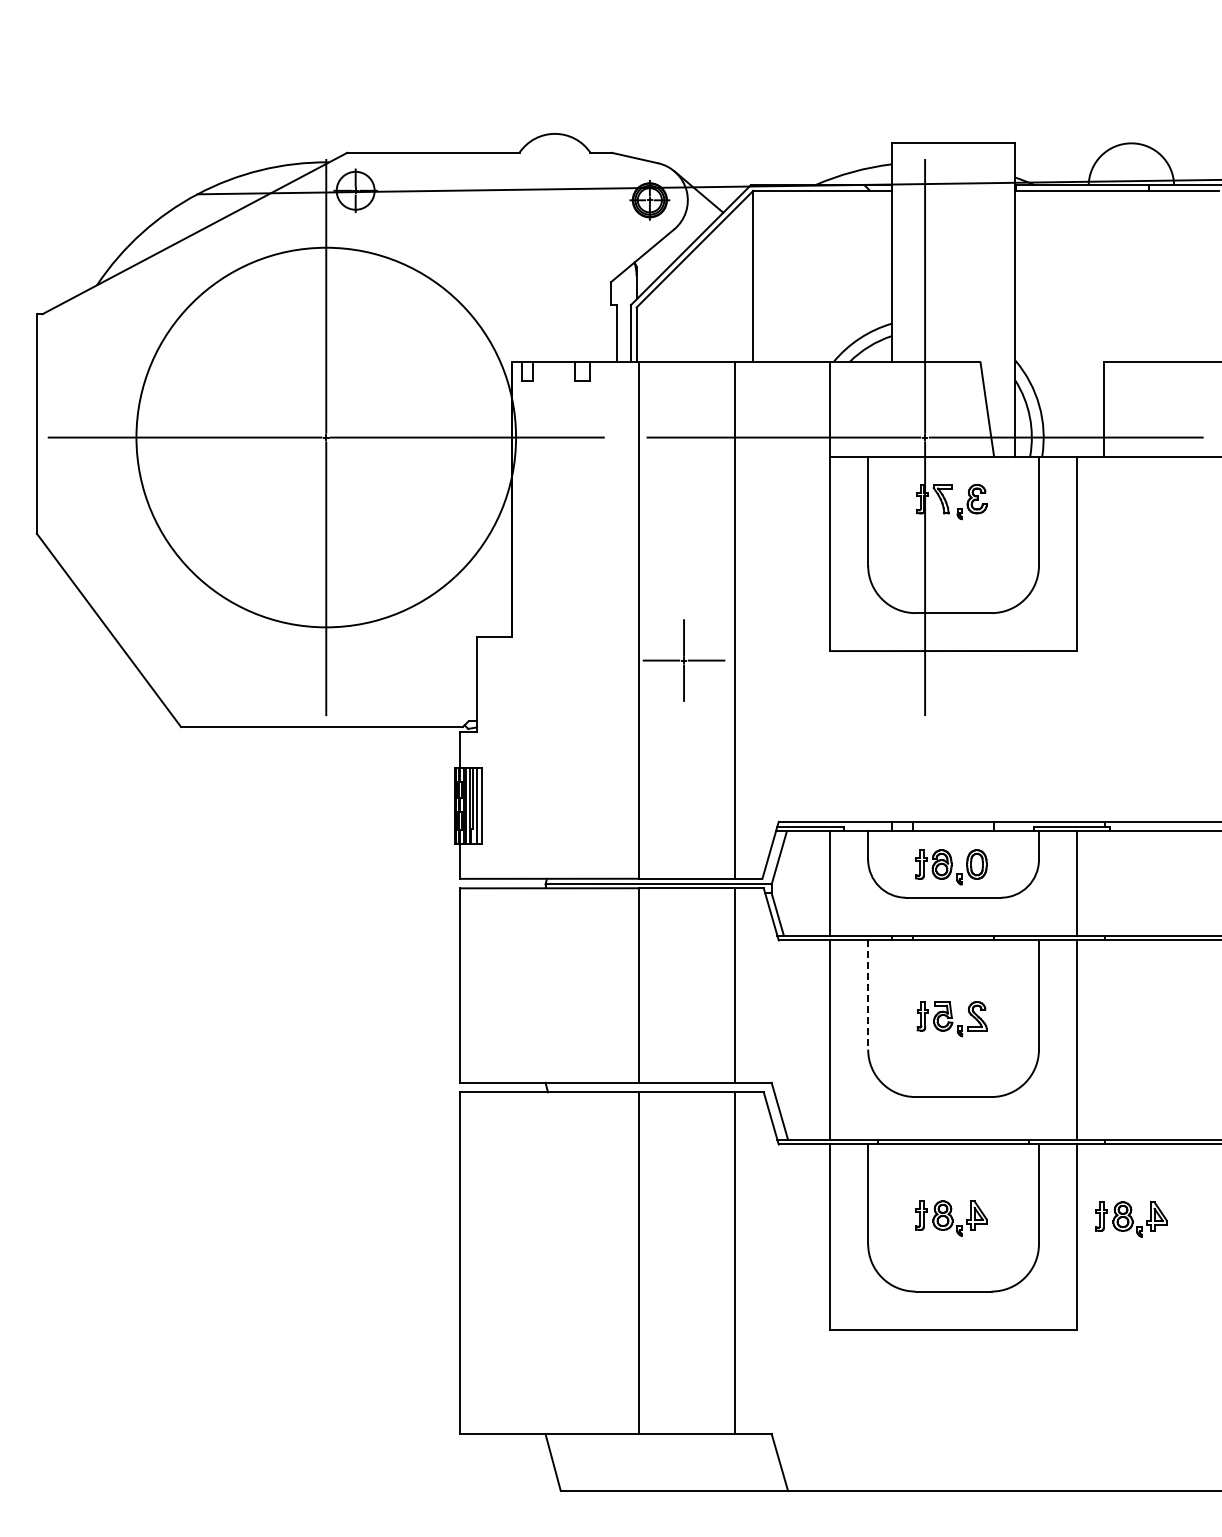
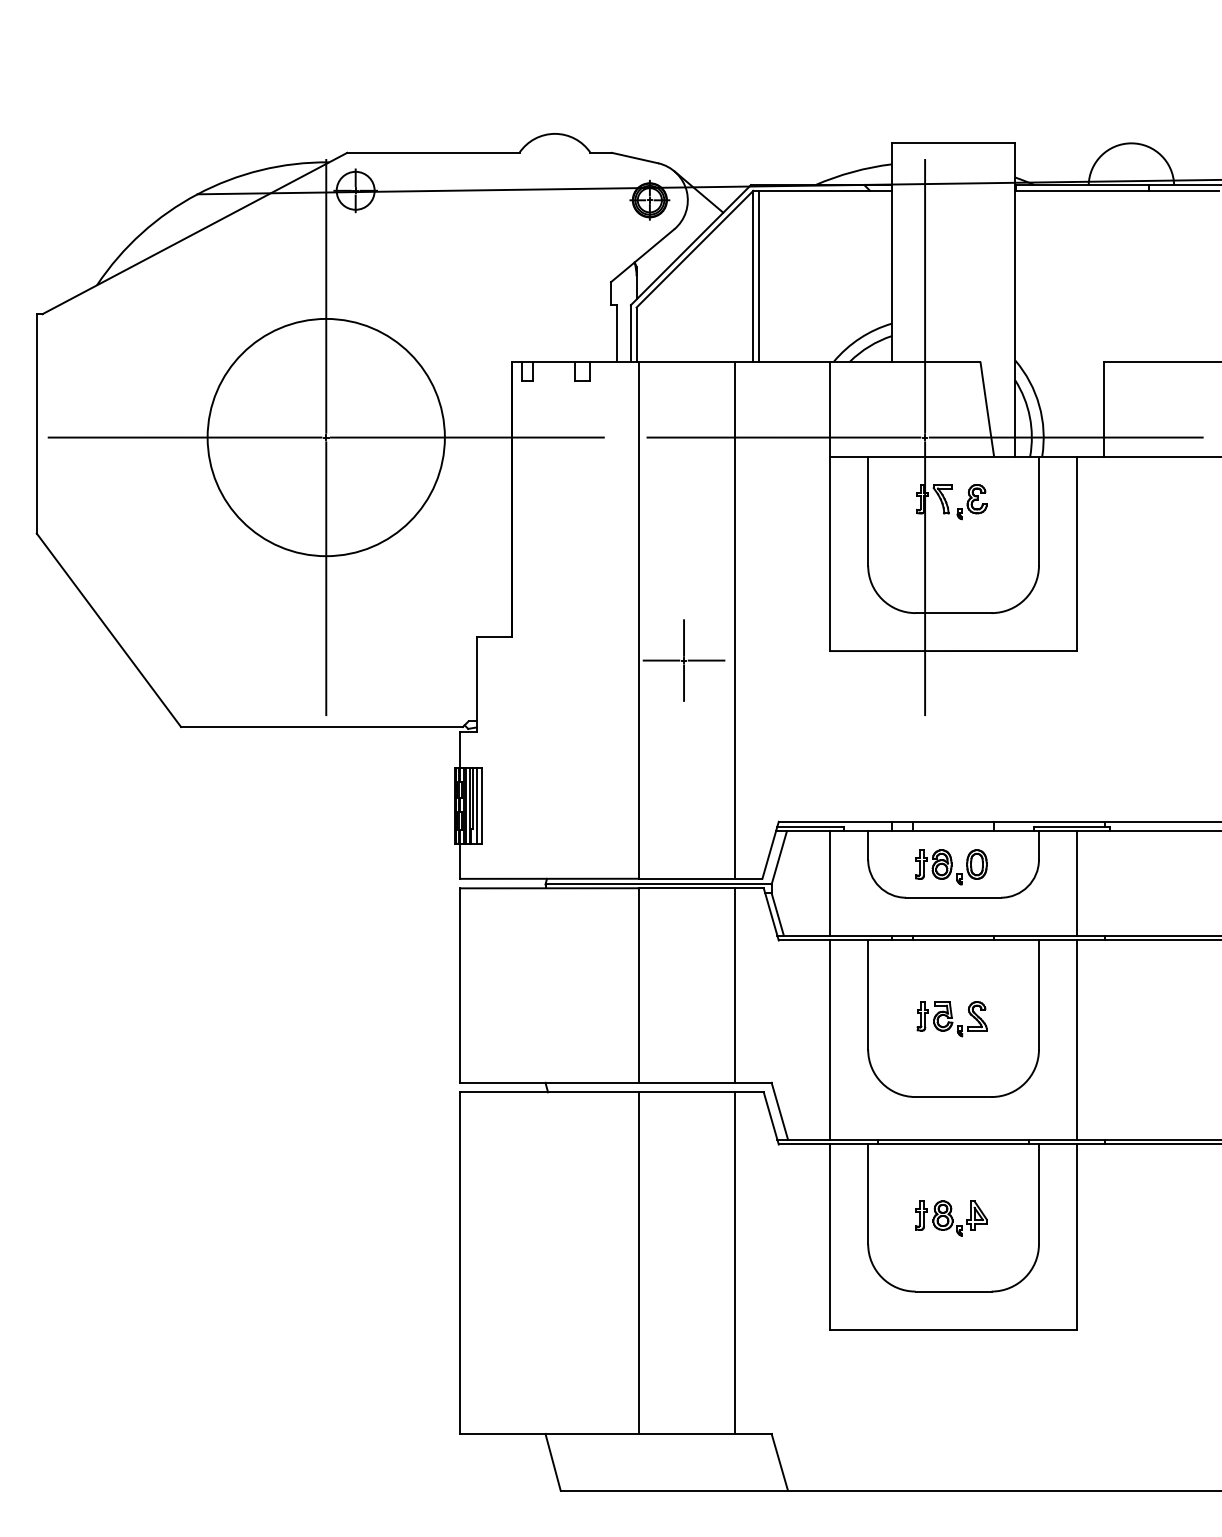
line at (759, 275): none -> present
circle at (326, 437) diameter: 380 px -> 237 px
line at (868, 995): dashed -> solid
part at (1131, 1219): present -> none
